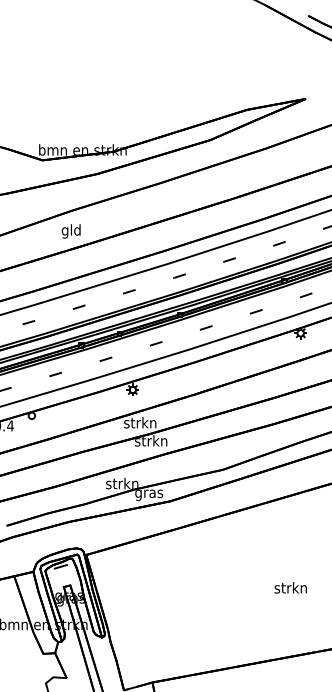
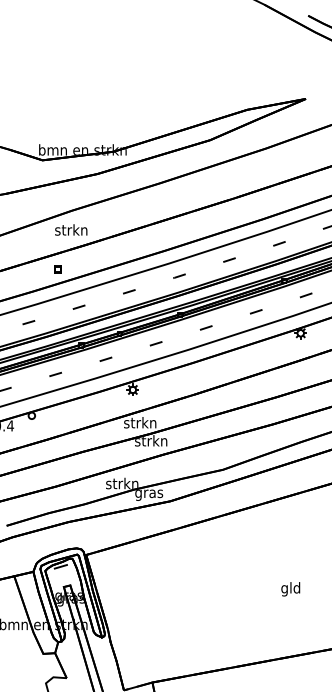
text at (71, 231): gld -> strkn
part at (57, 269): none -> present
text at (290, 589): strkn -> gld
